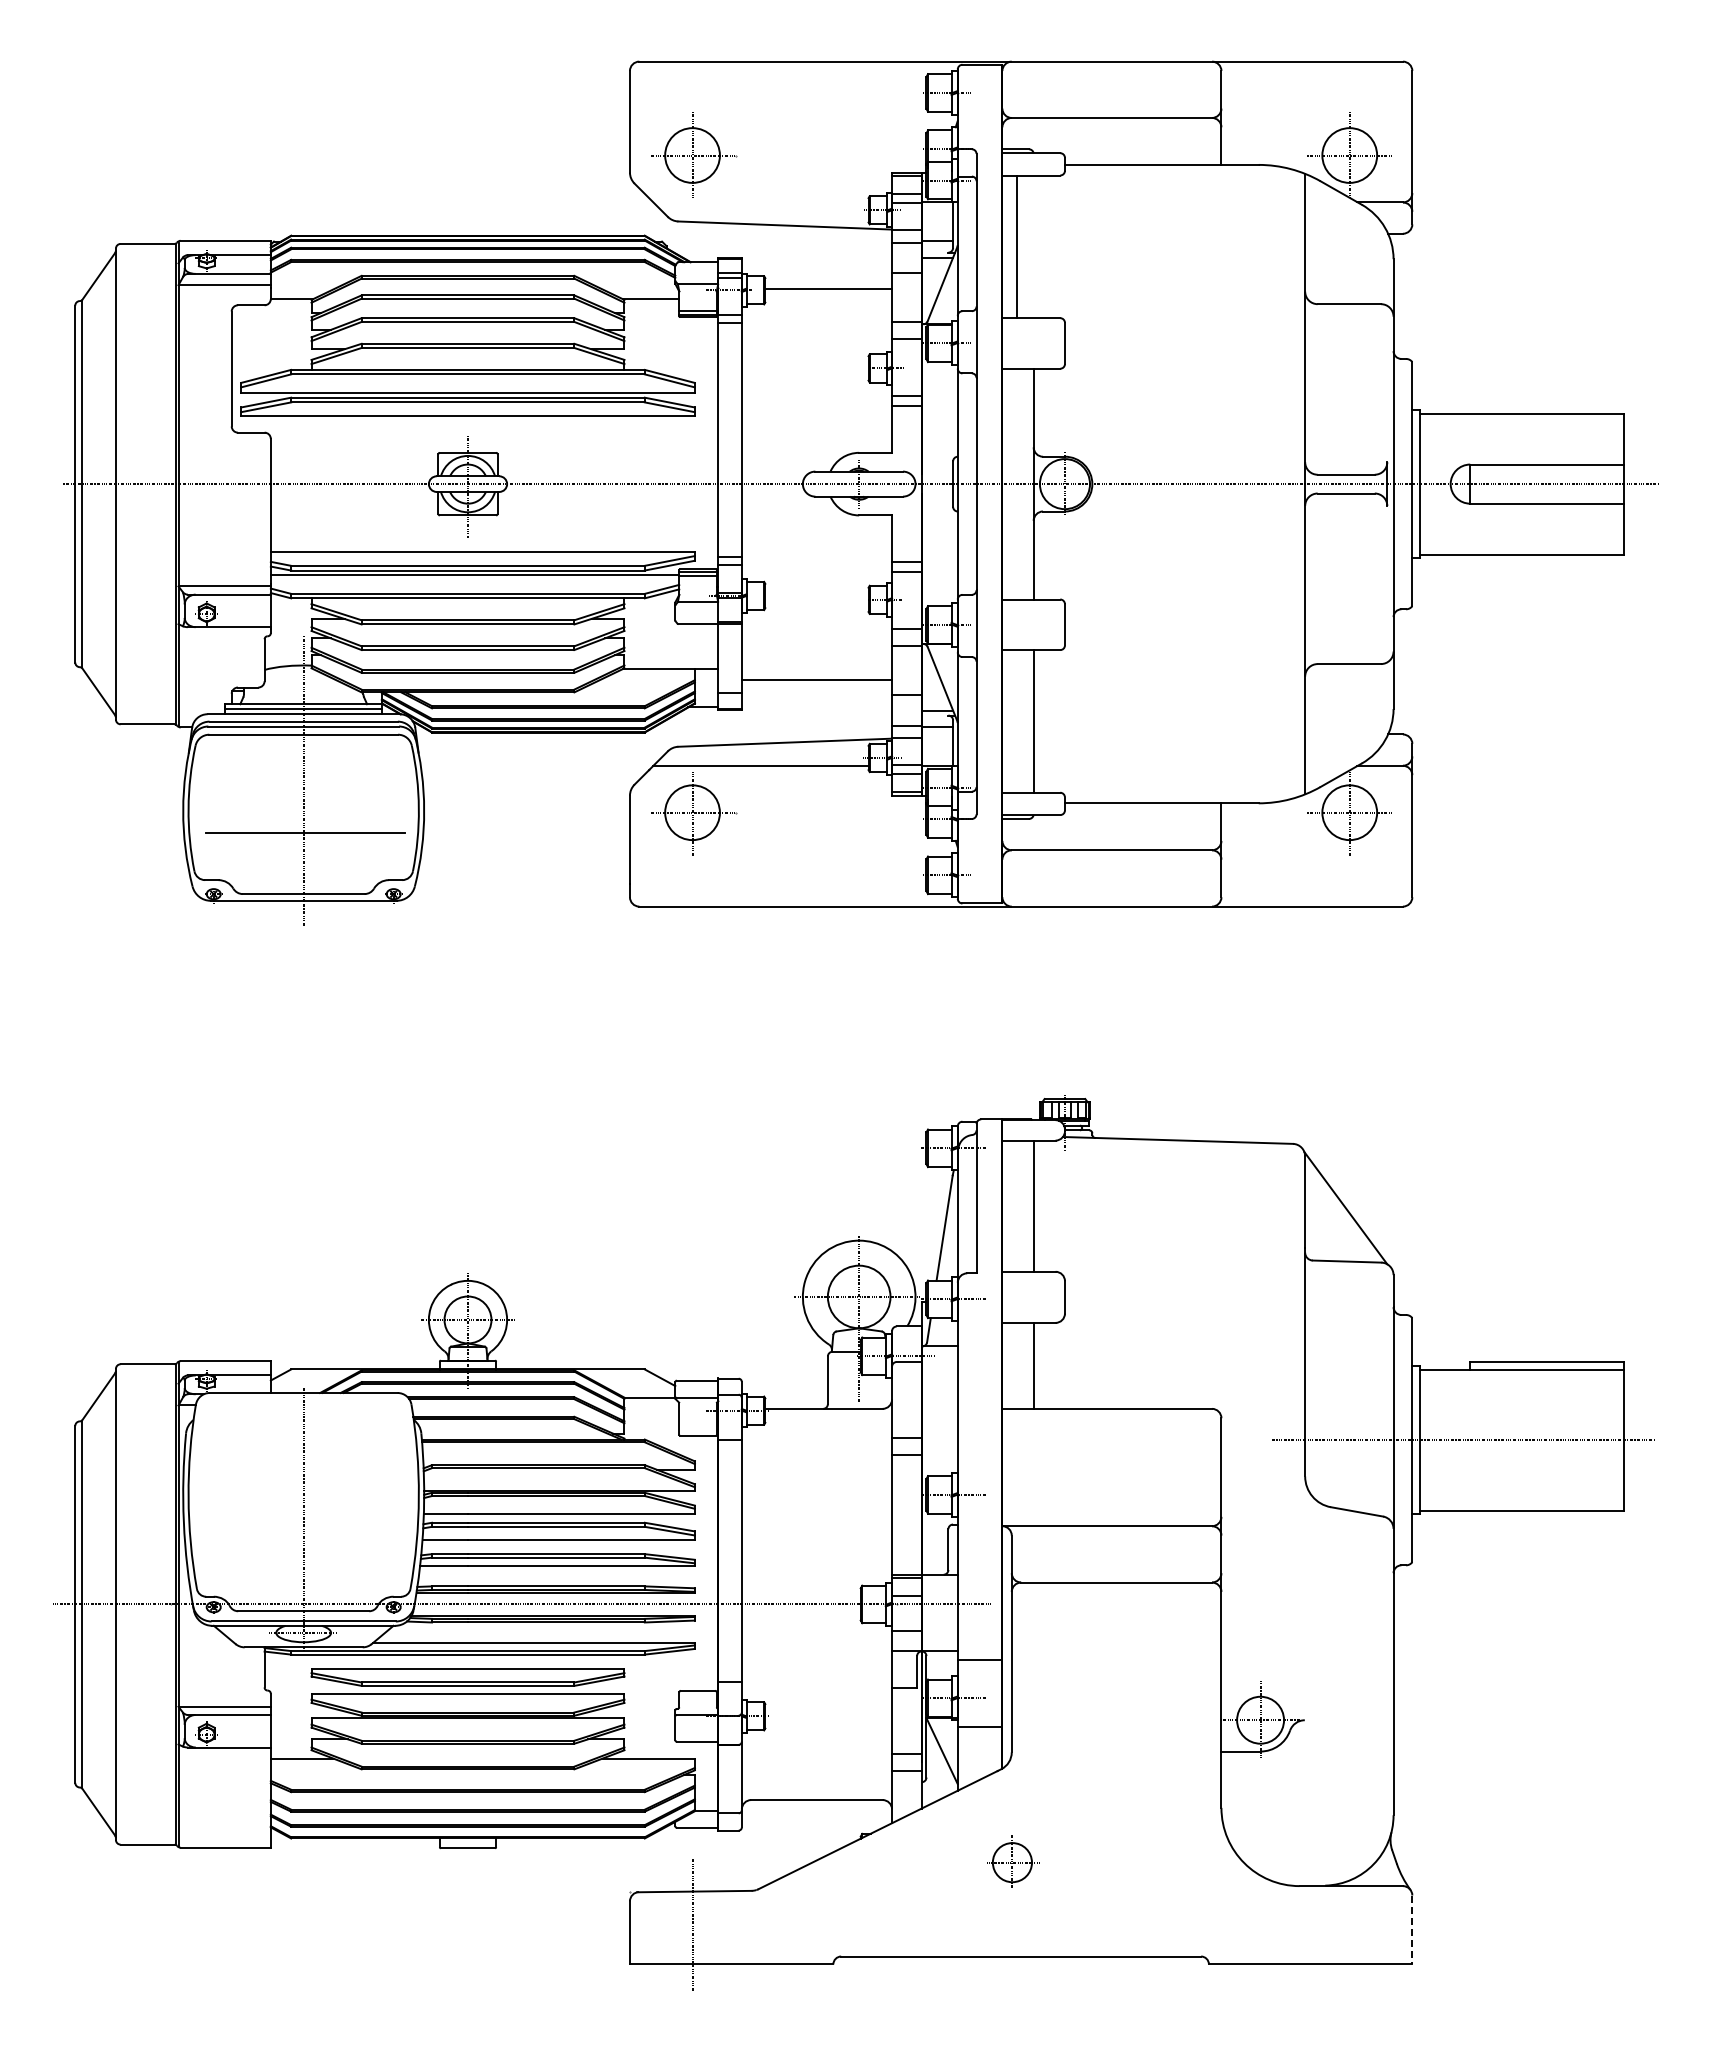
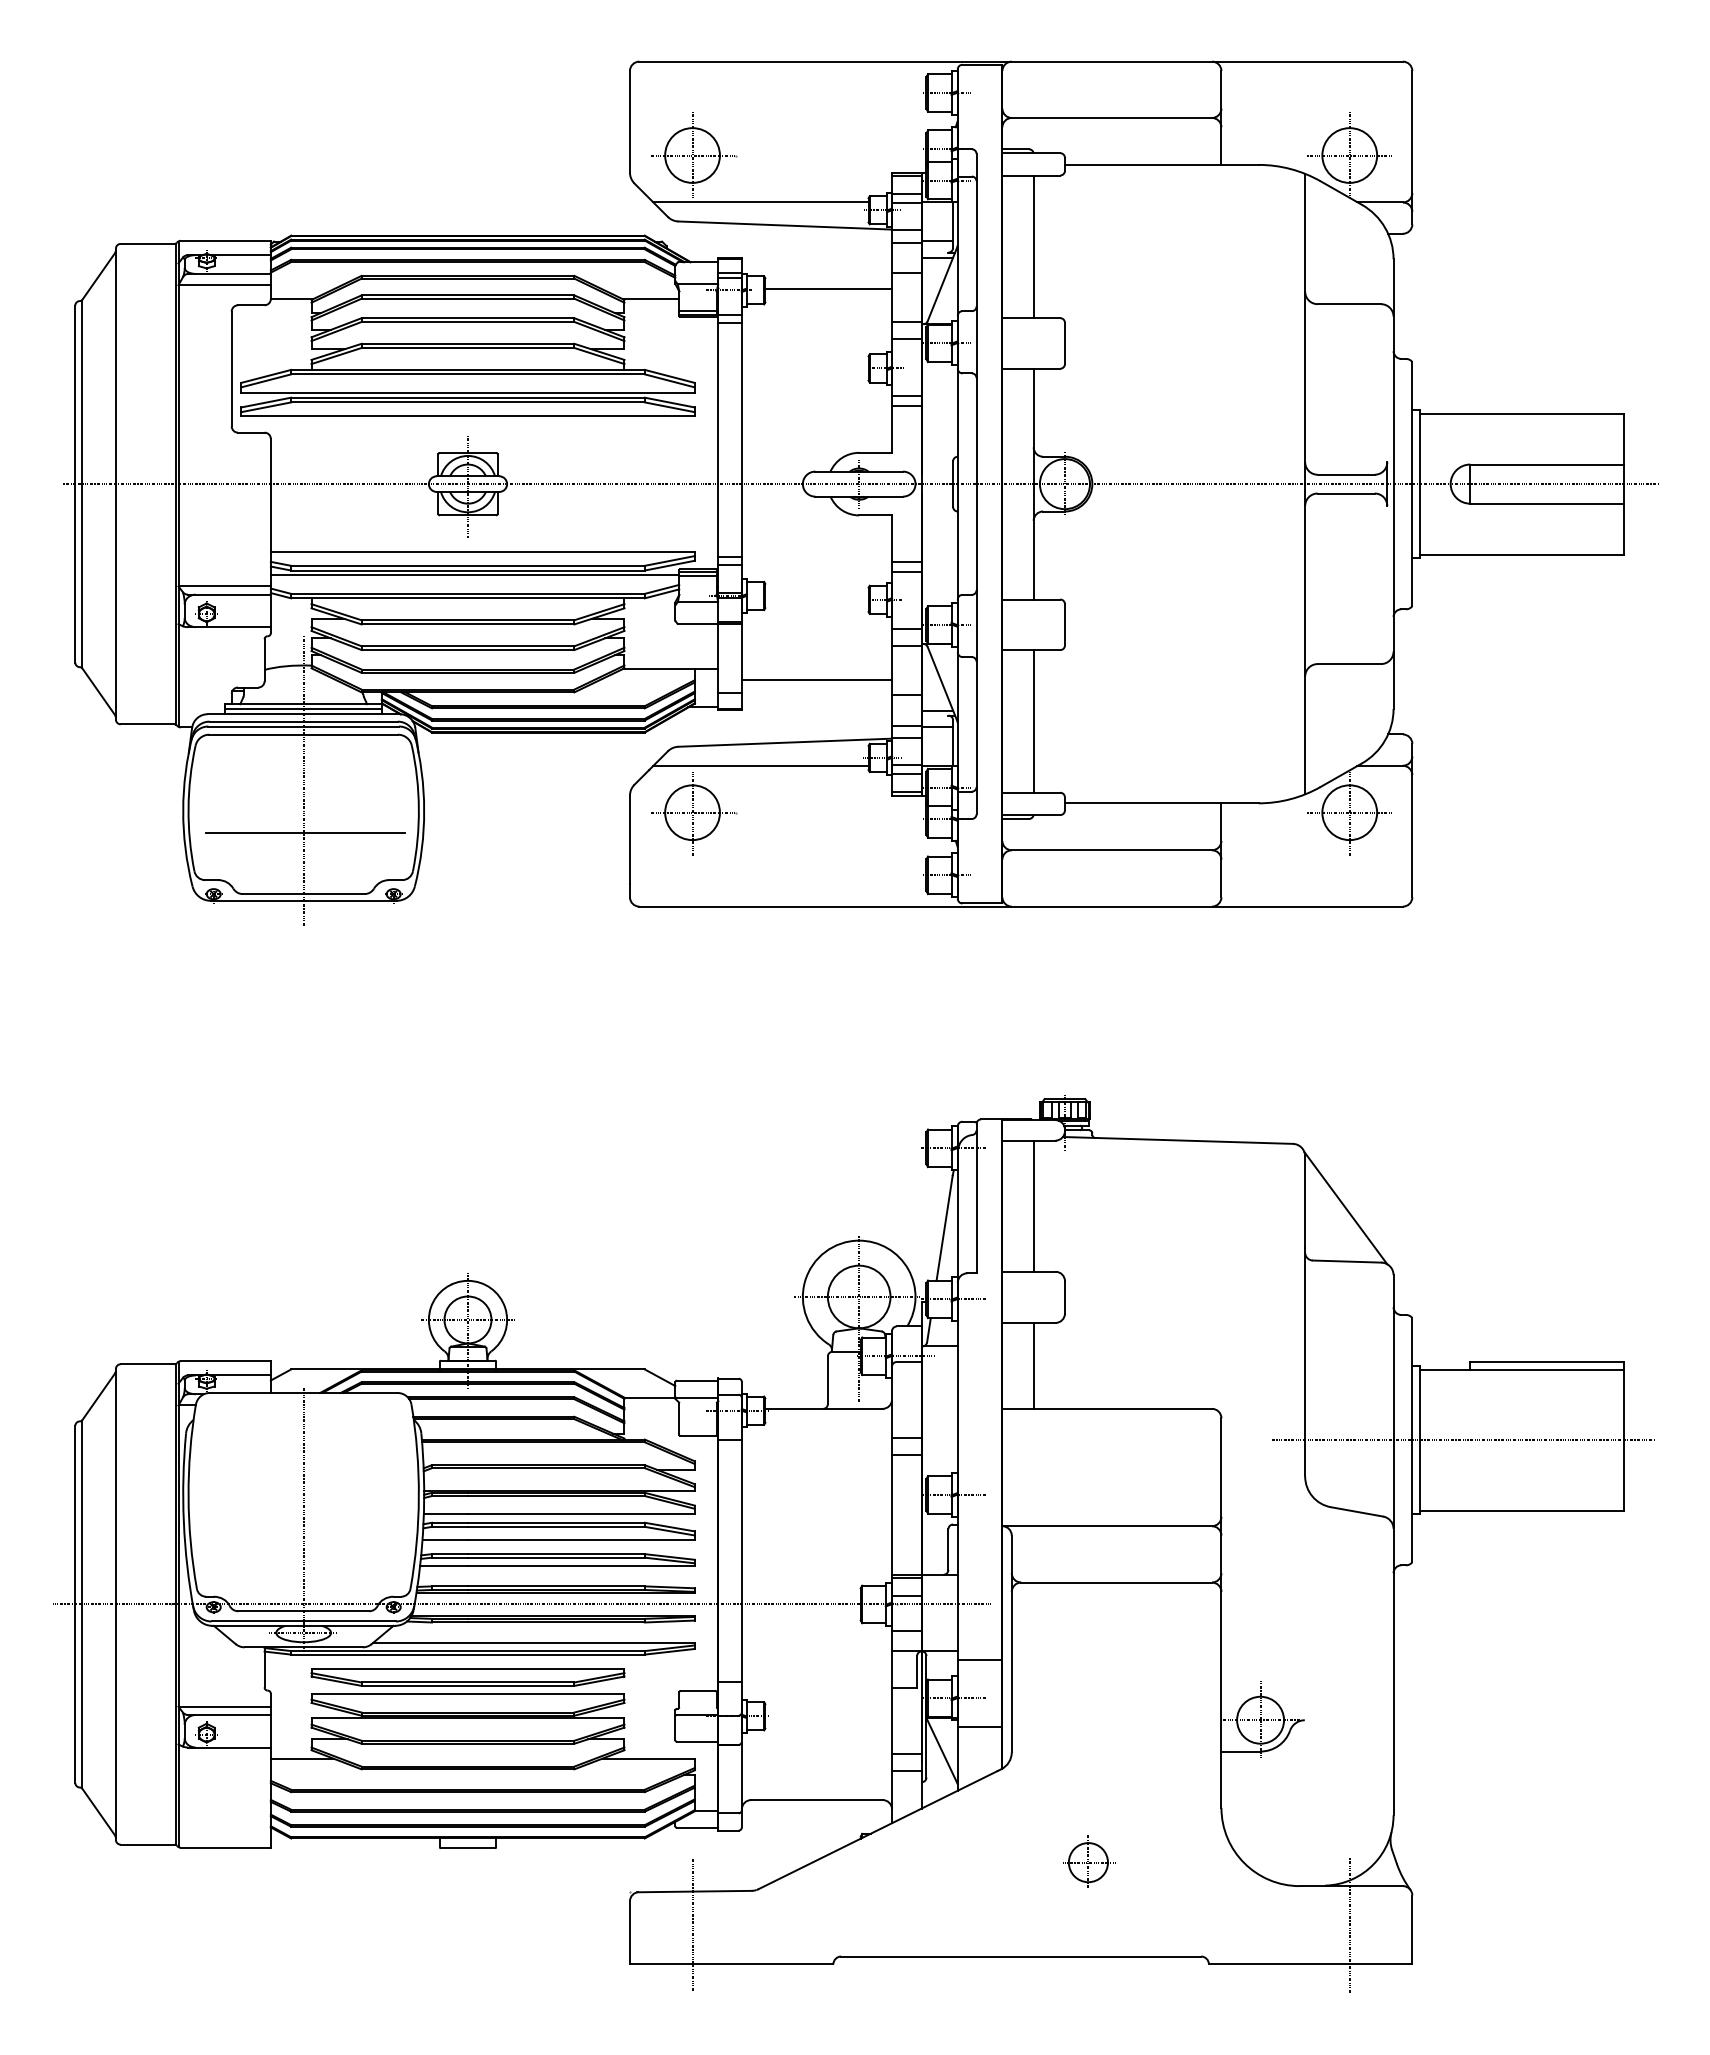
line at (760, 202): none -> present
line at (1016, 246) position: (1016, 246) -> (1033, 246)
part at (1013, 1861) position: (1013, 1861) -> (1089, 1861)
line at (1349, 1925): none -> present
line at (1412, 1930): dashed -> solid
